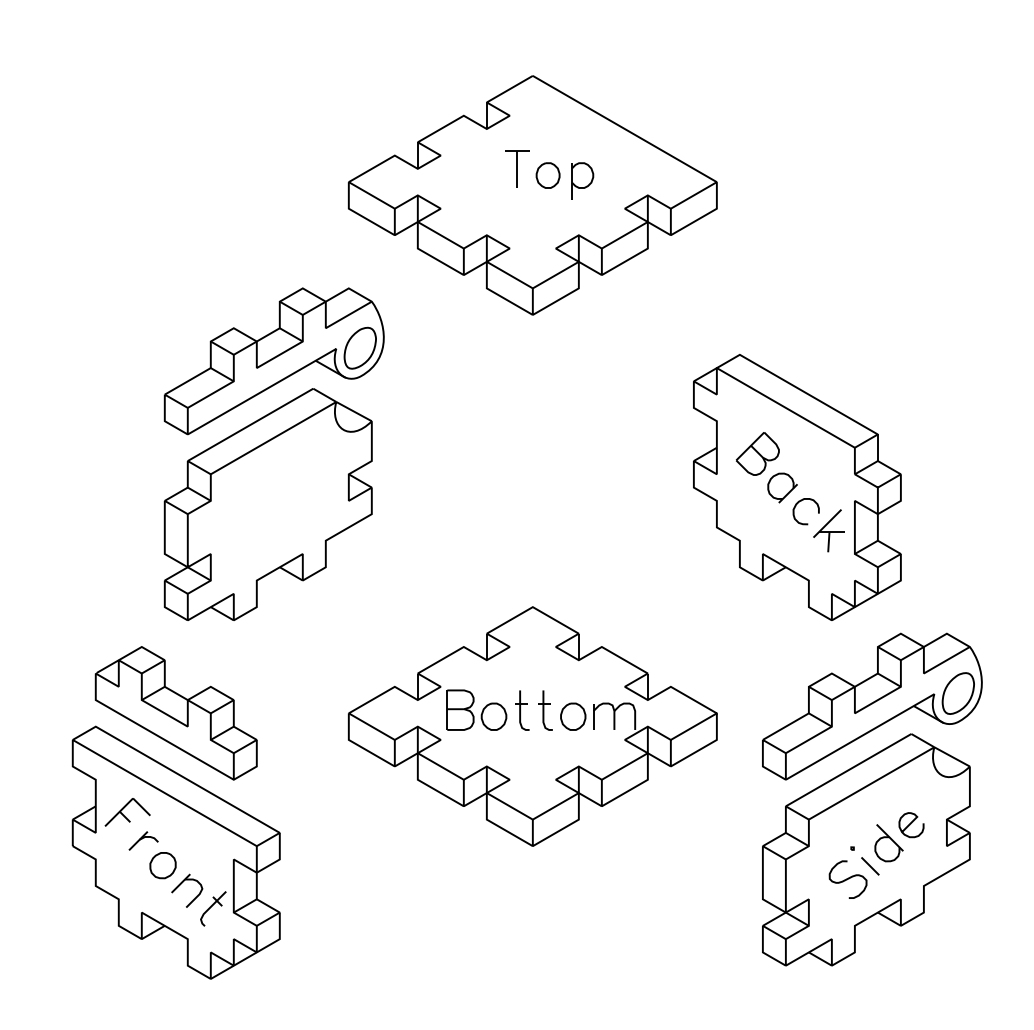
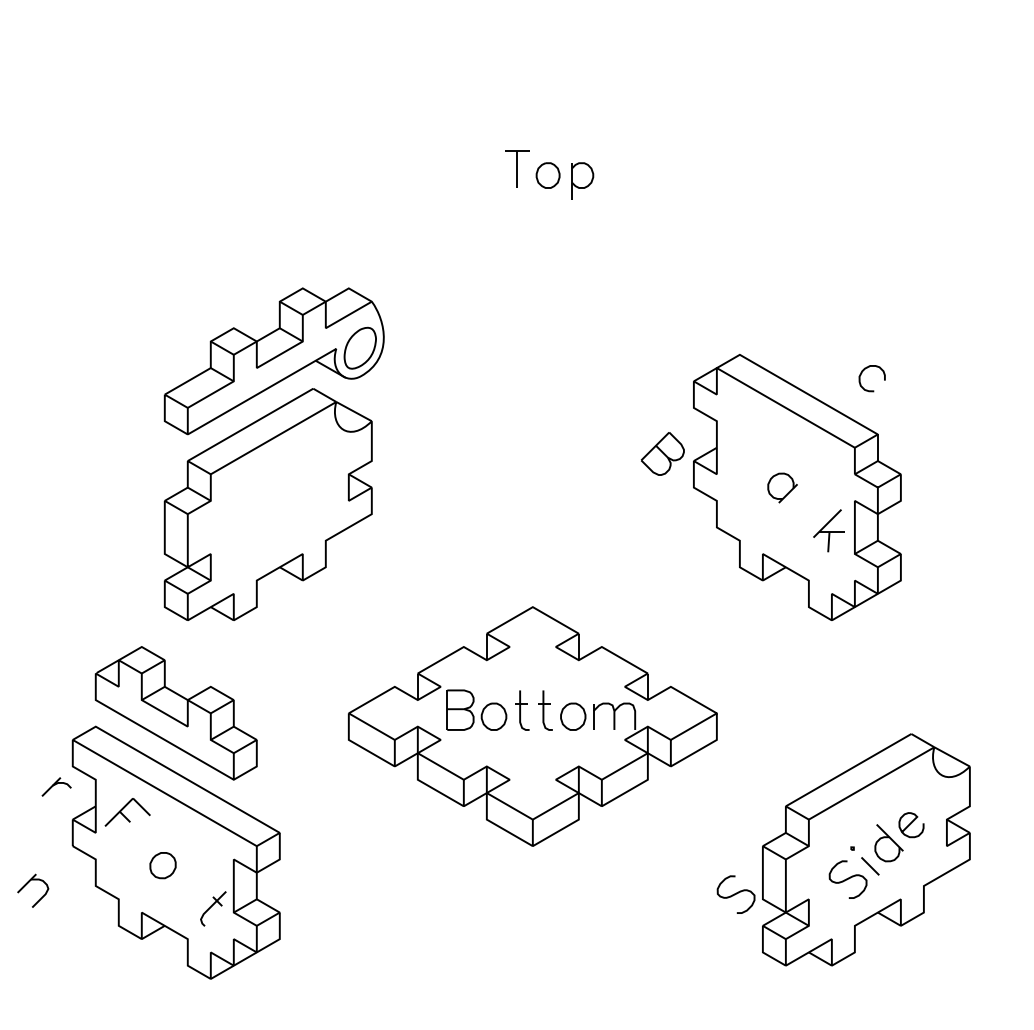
part at (532, 195): present -> none
part at (757, 453) position: (757, 453) -> (662, 453)
curve at (796, 506) position: (796, 506) -> (862, 373)
part at (872, 706): present -> none
part at (143, 840) position: (143, 840) -> (56, 786)
part at (181, 884) position: (181, 884) -> (27, 884)
curve at (735, 894): none -> present
